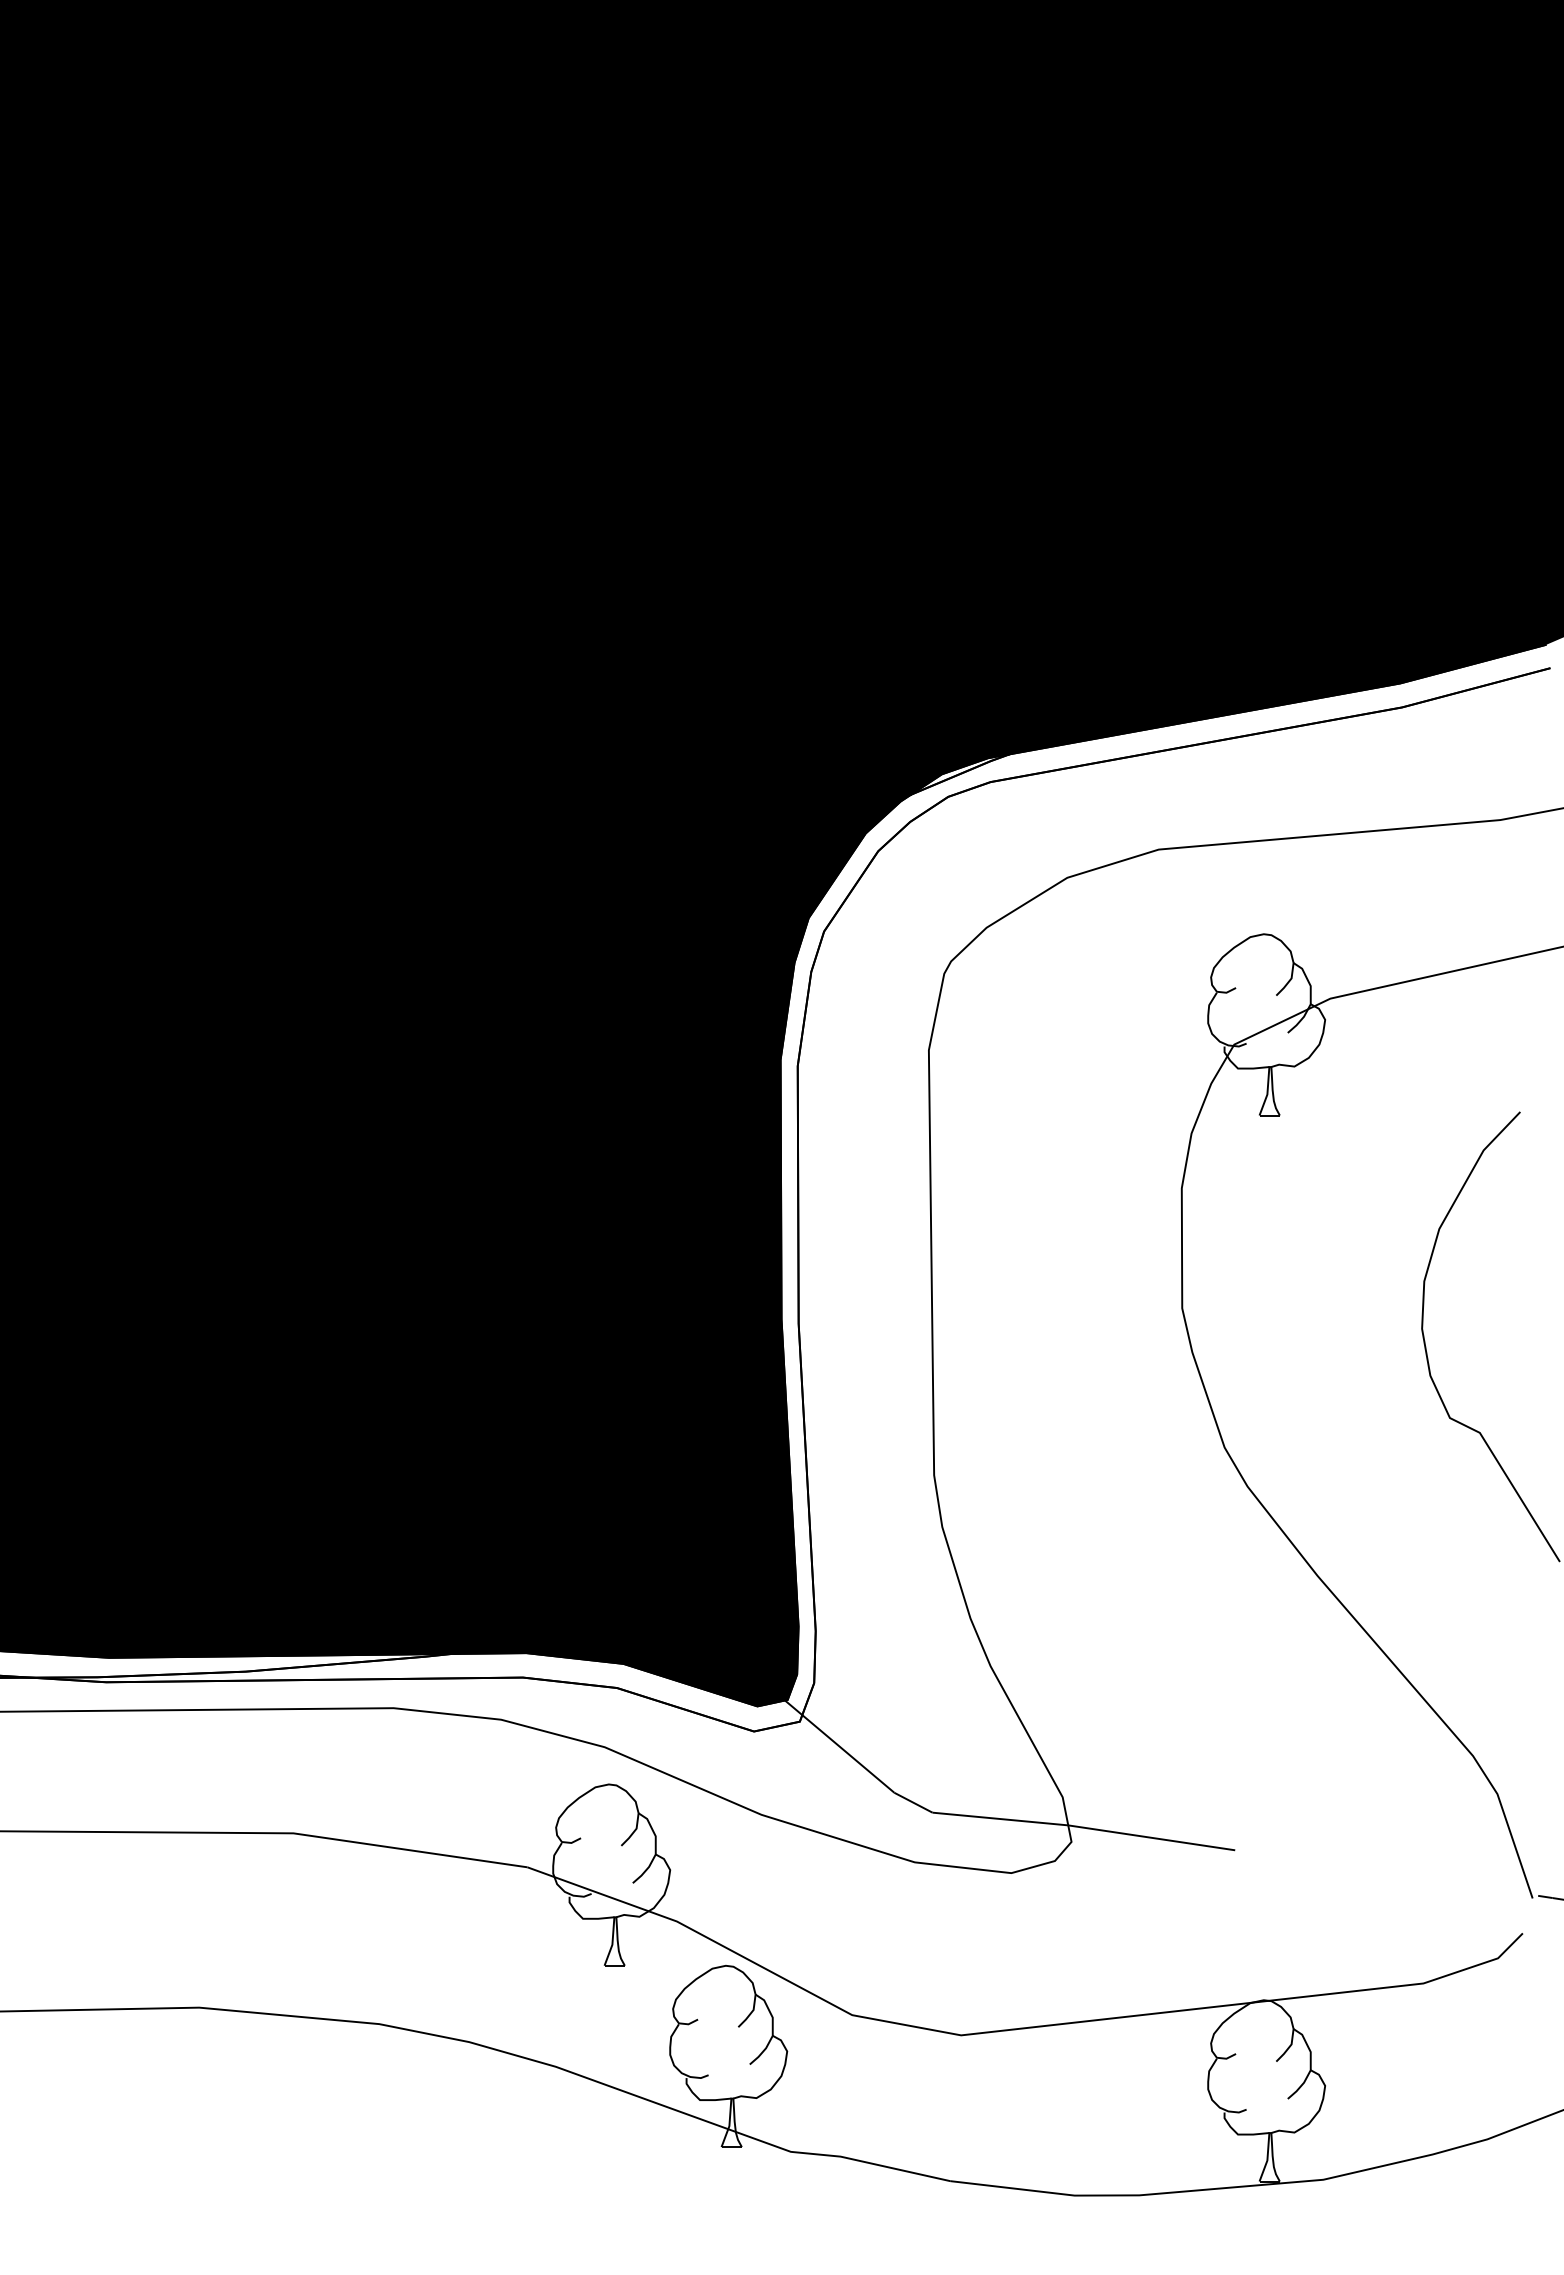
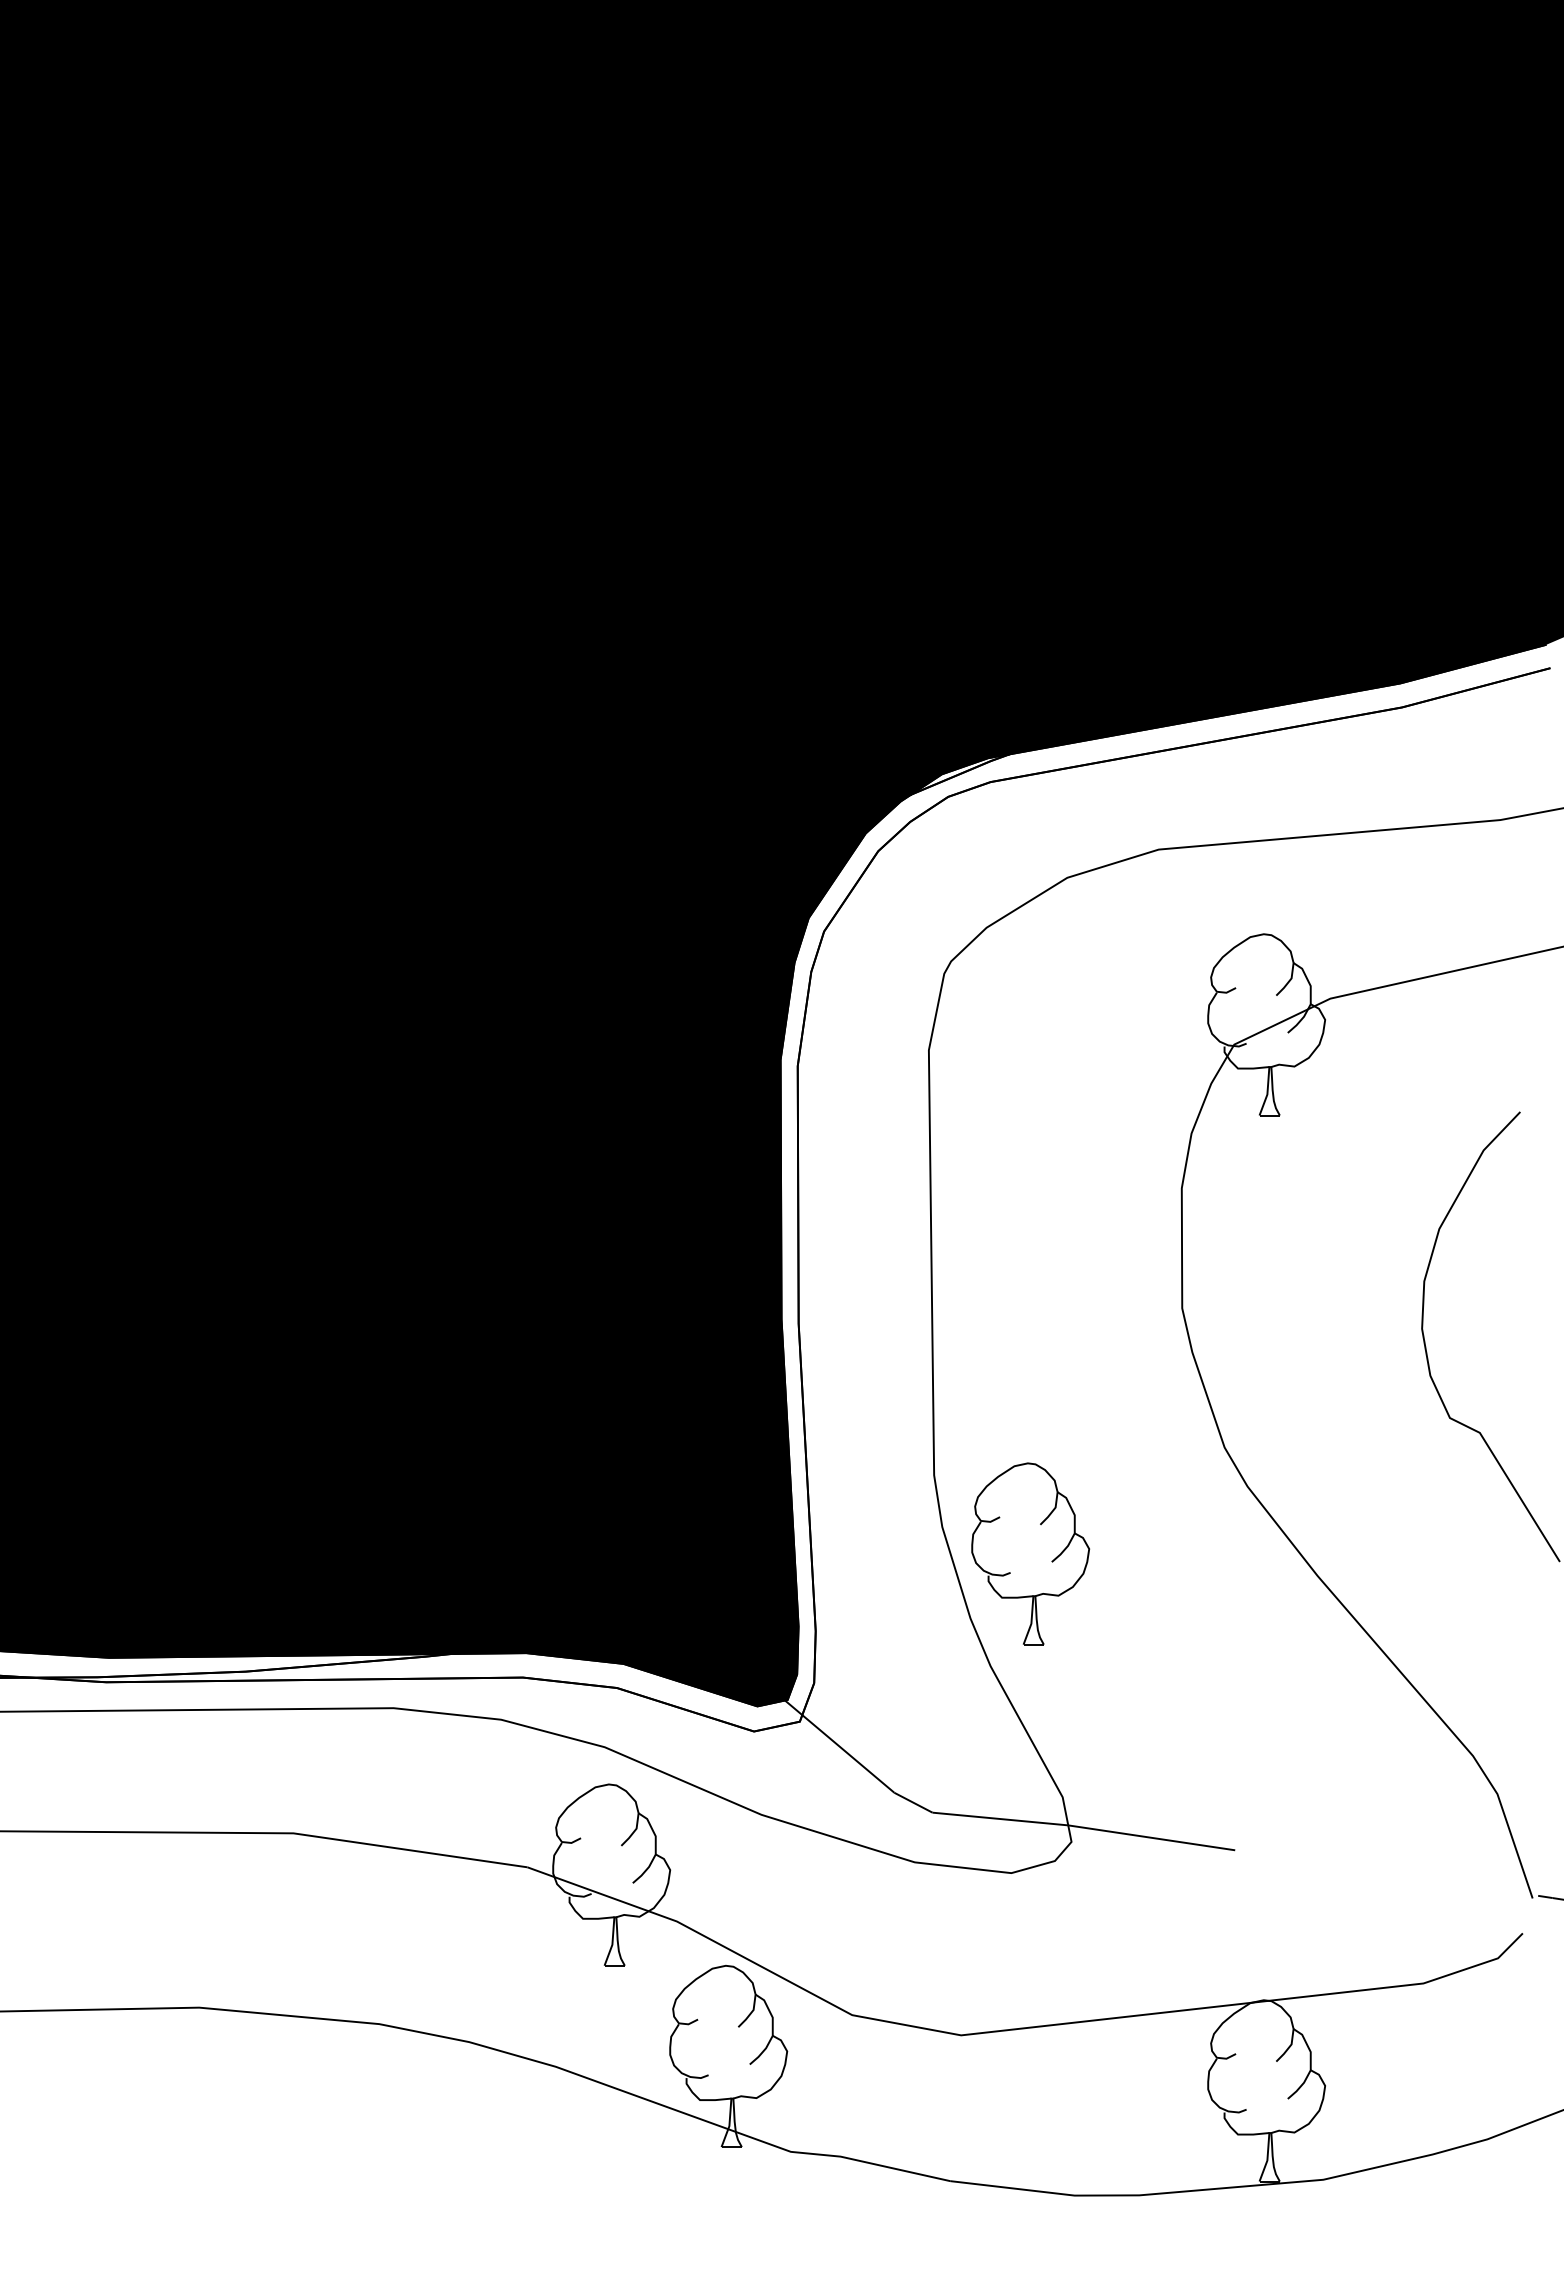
part at (1030, 1553): none -> present
